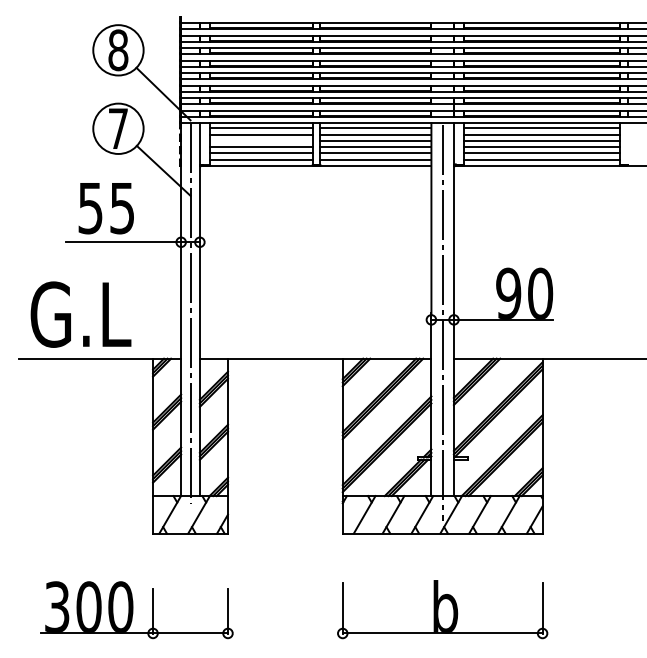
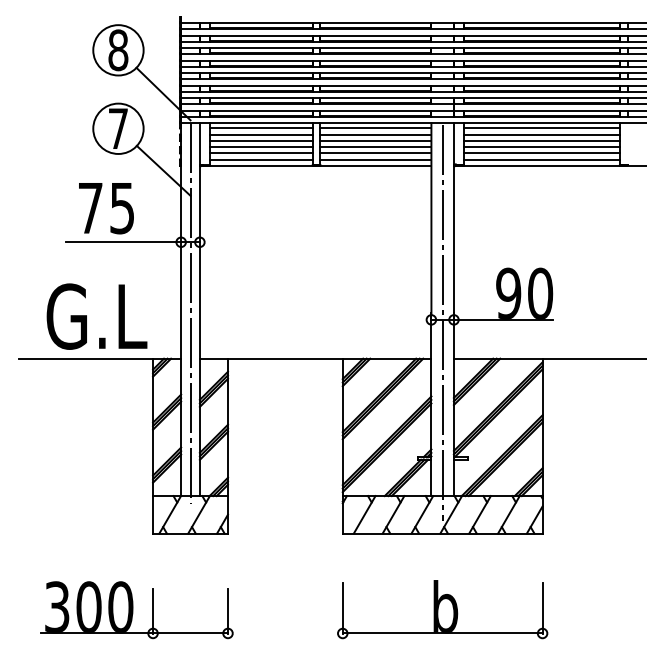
line at (260, 140): none -> present
text at (90, 208): 55 -> 75
text at (80, 314) position: (80, 314) -> (96, 316)
